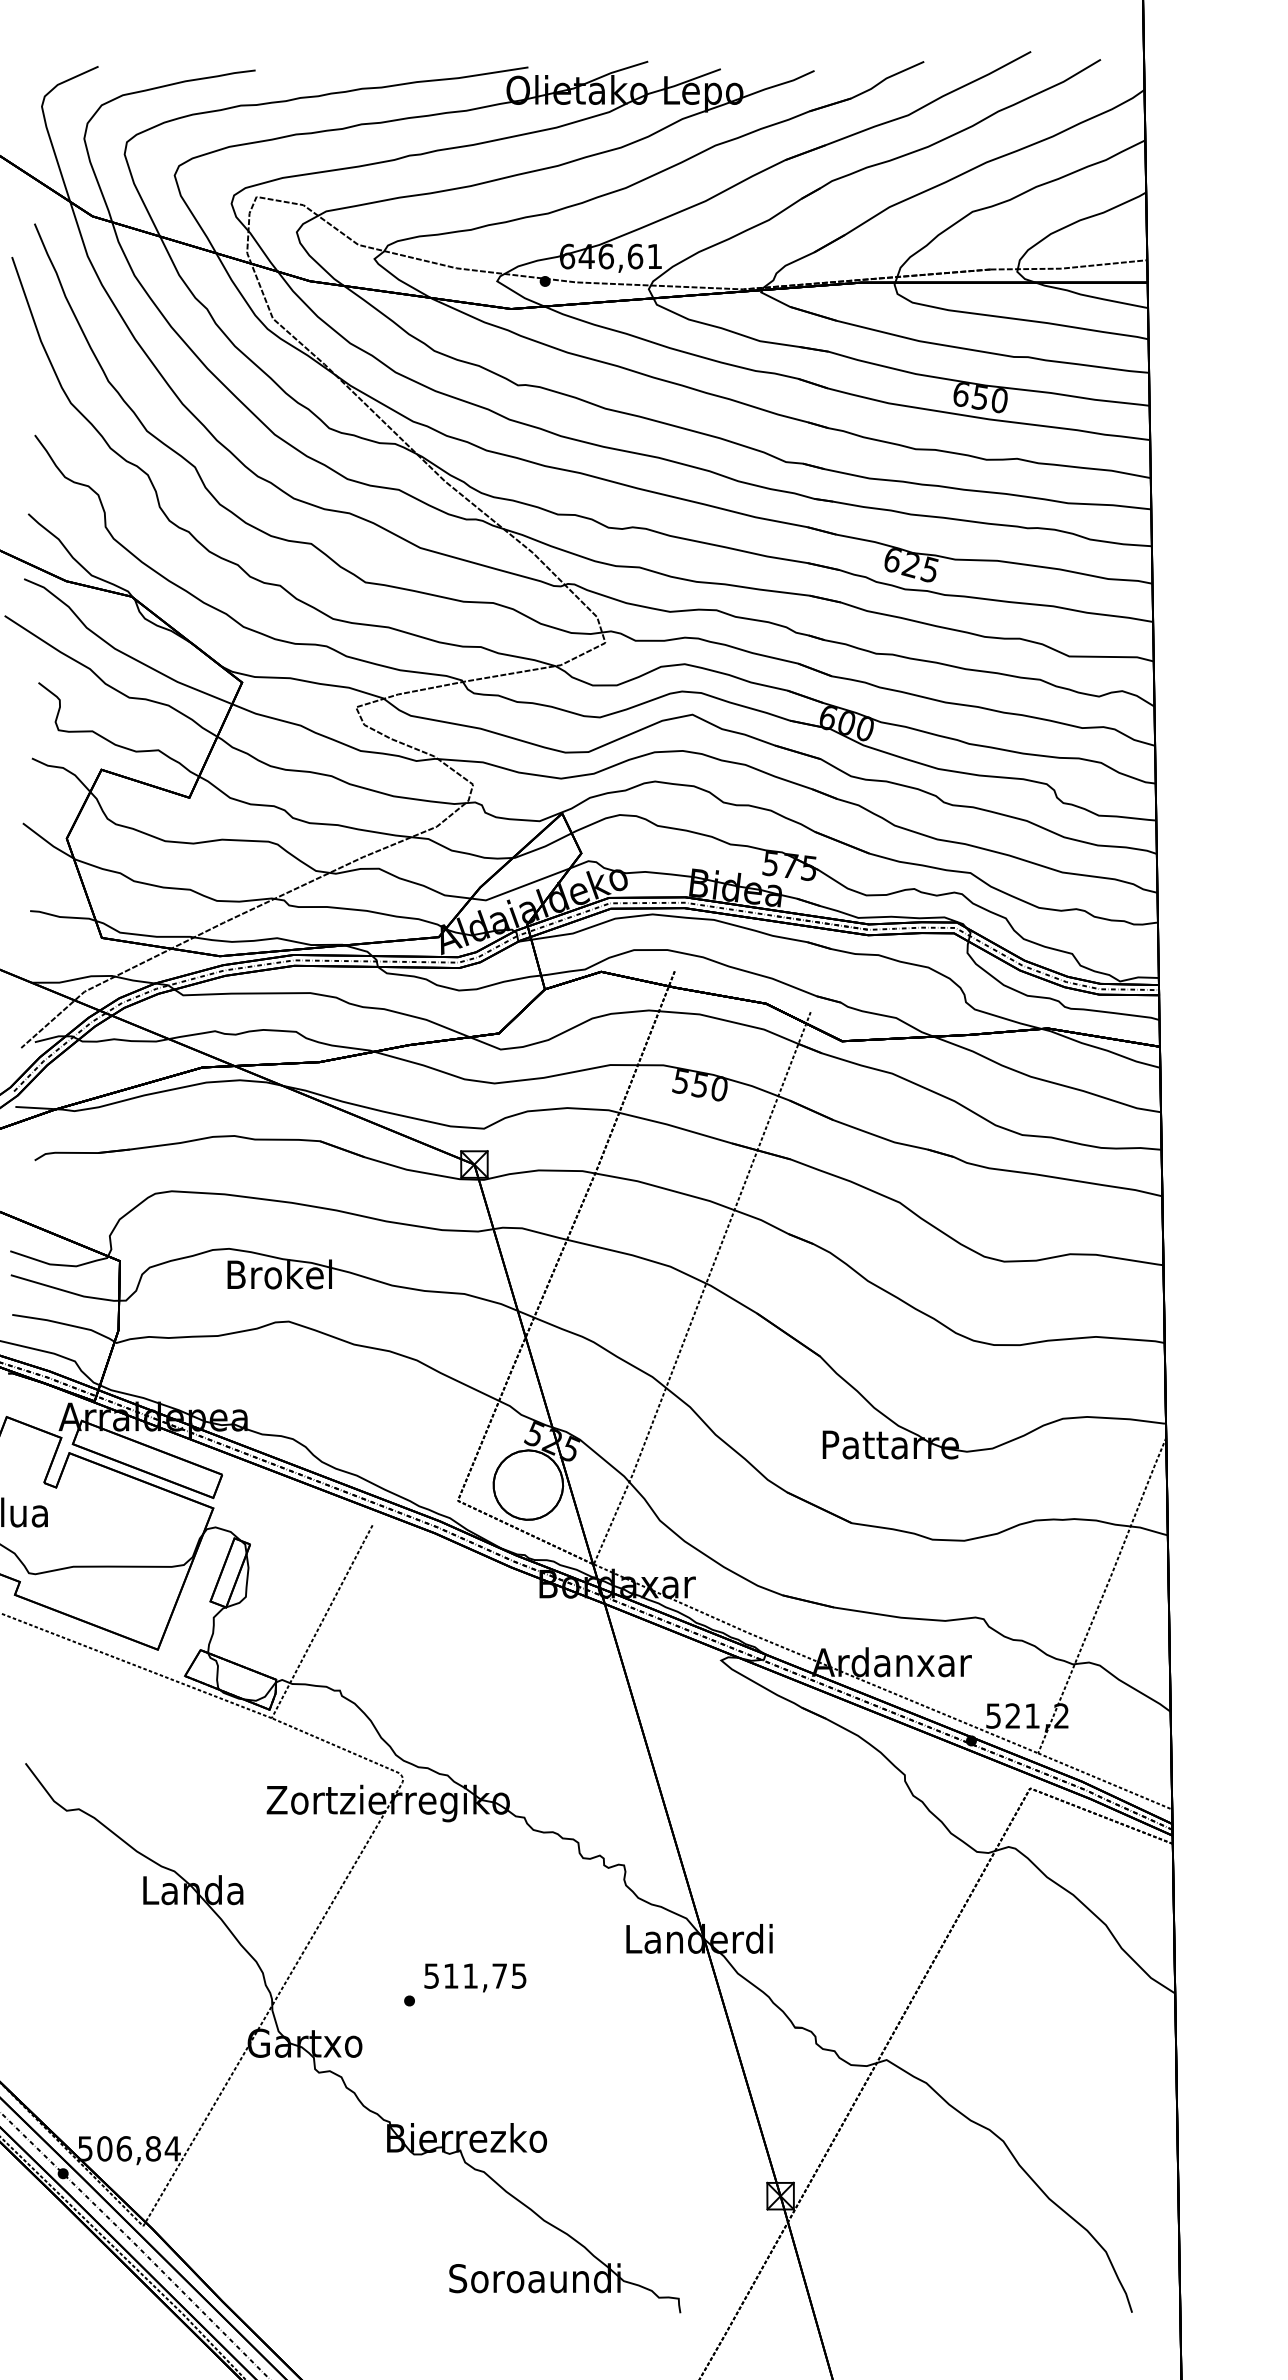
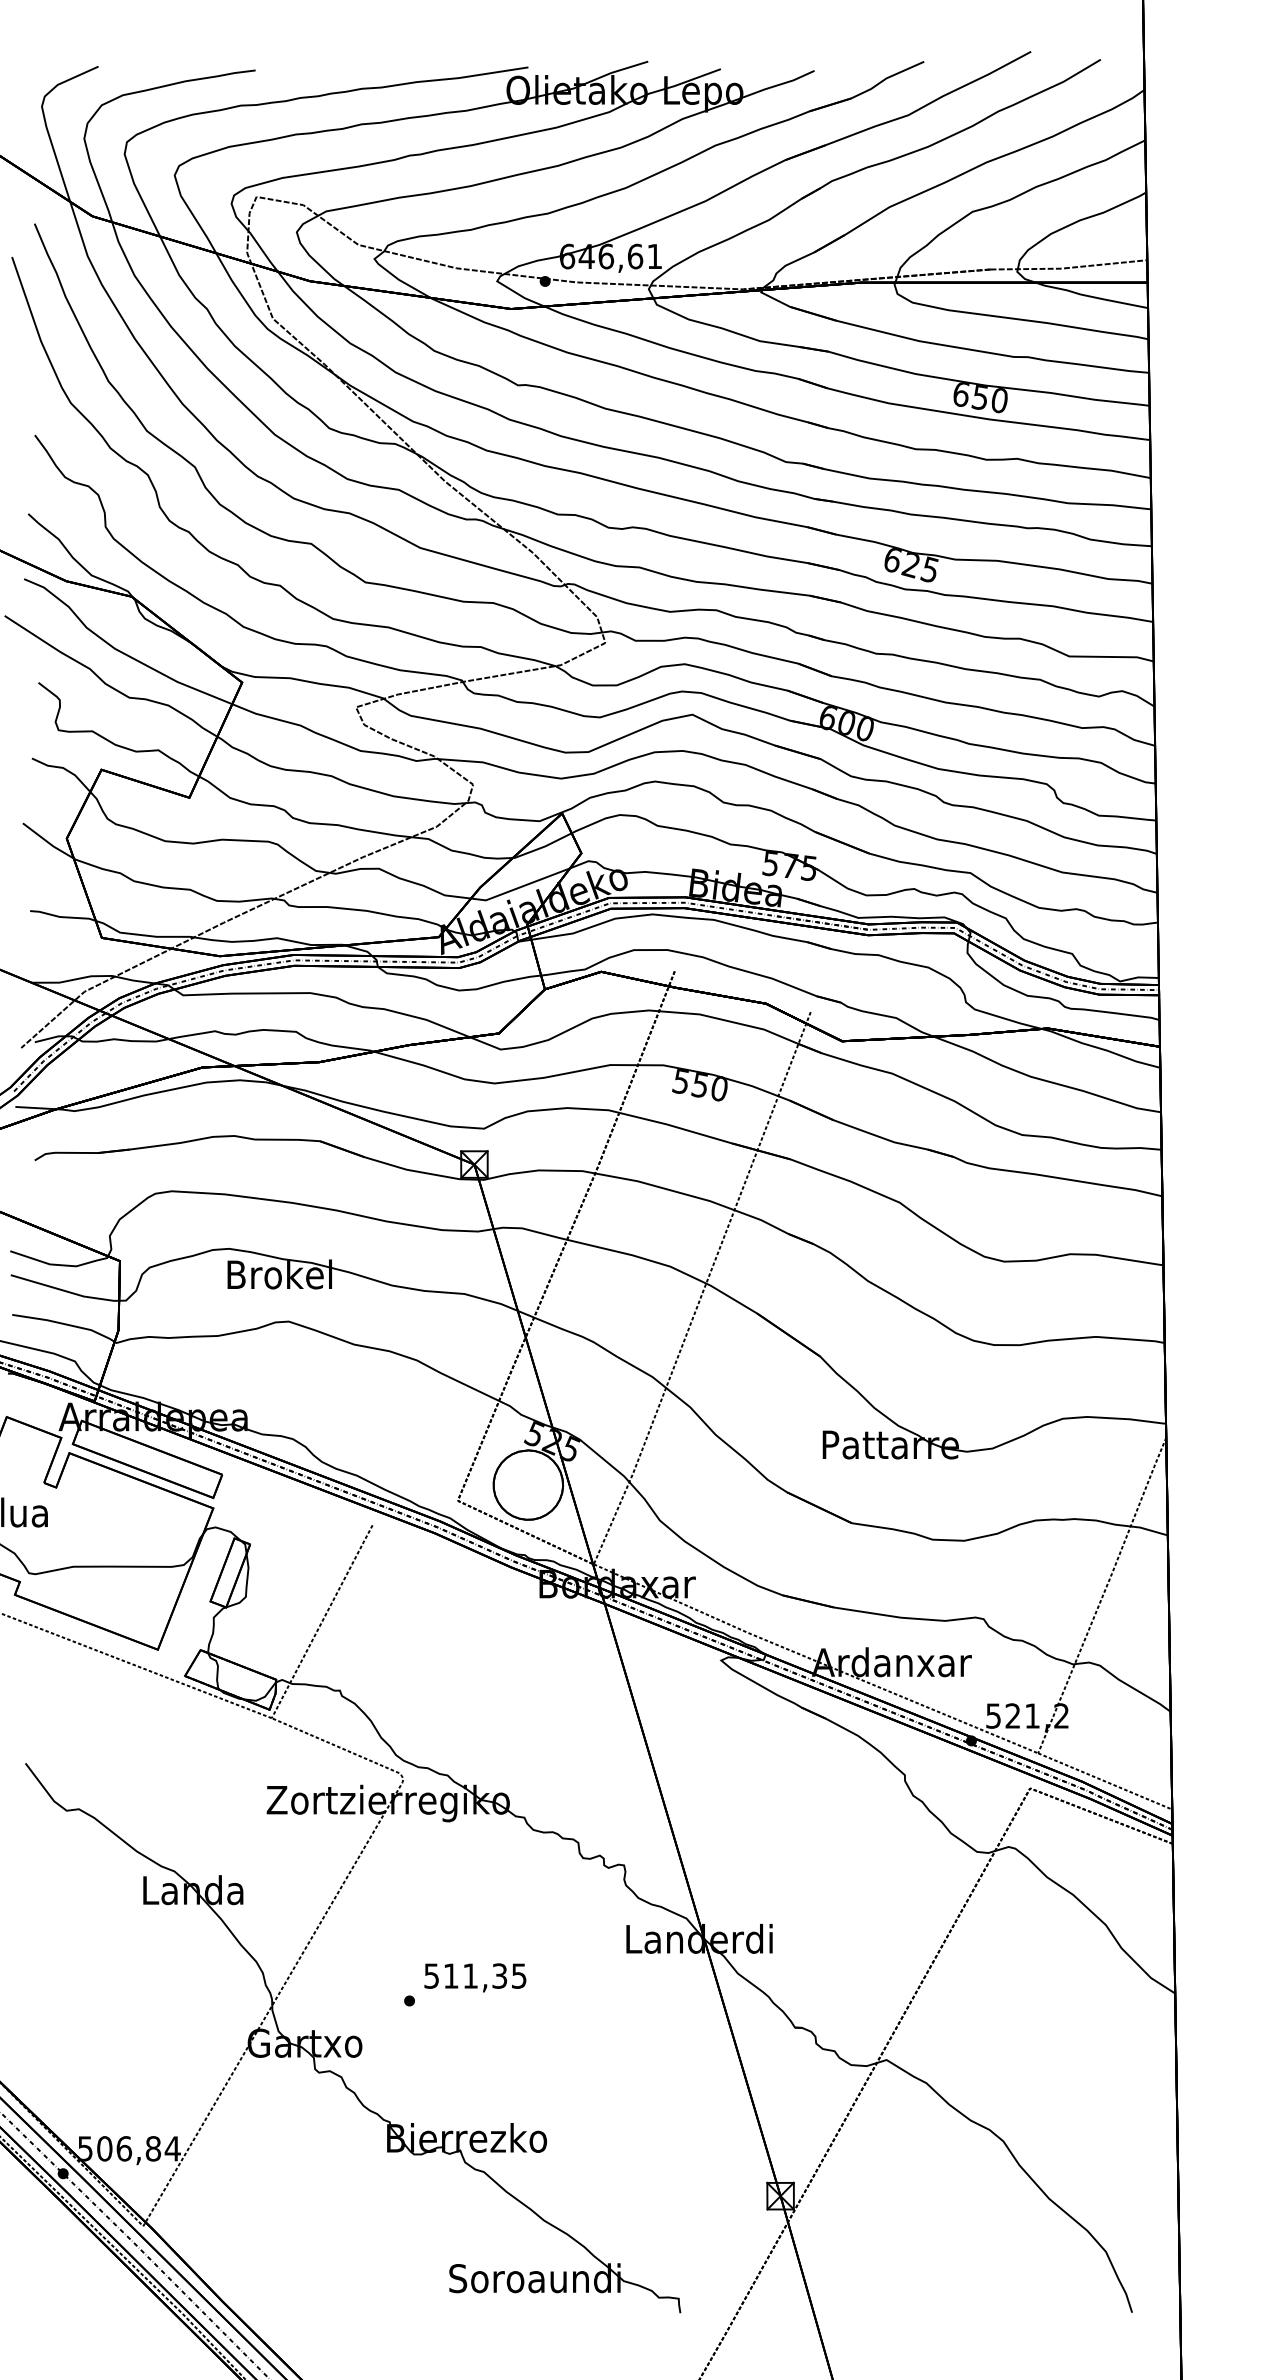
text at (499, 1975): 511,75 -> 511,35
